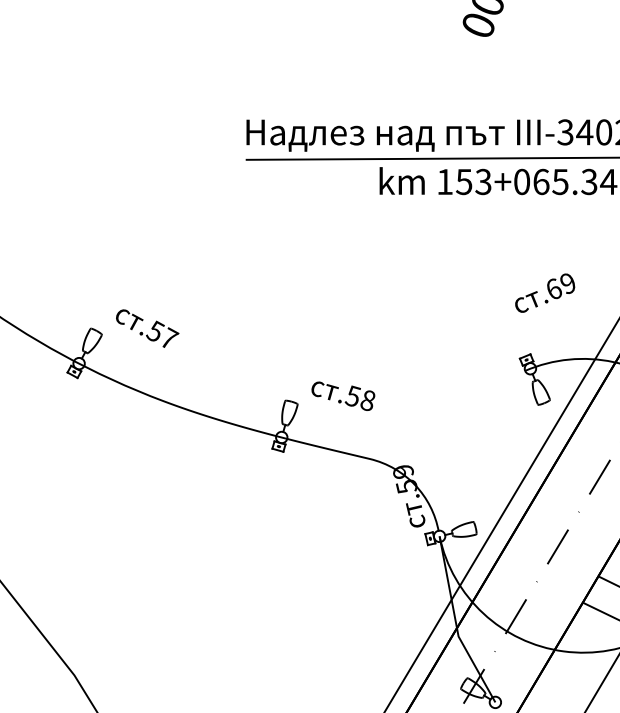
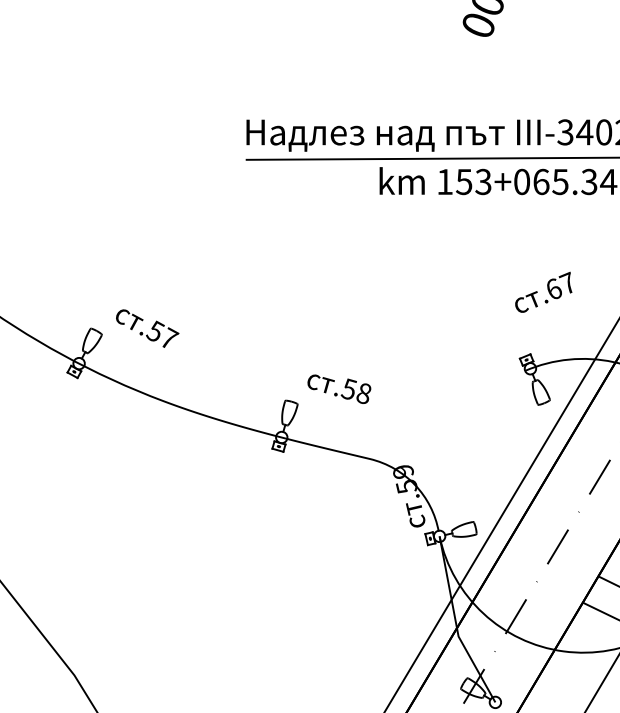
text at (566, 282): .69 -> .67
text at (343, 395) position: (343, 395) -> (339, 388)
